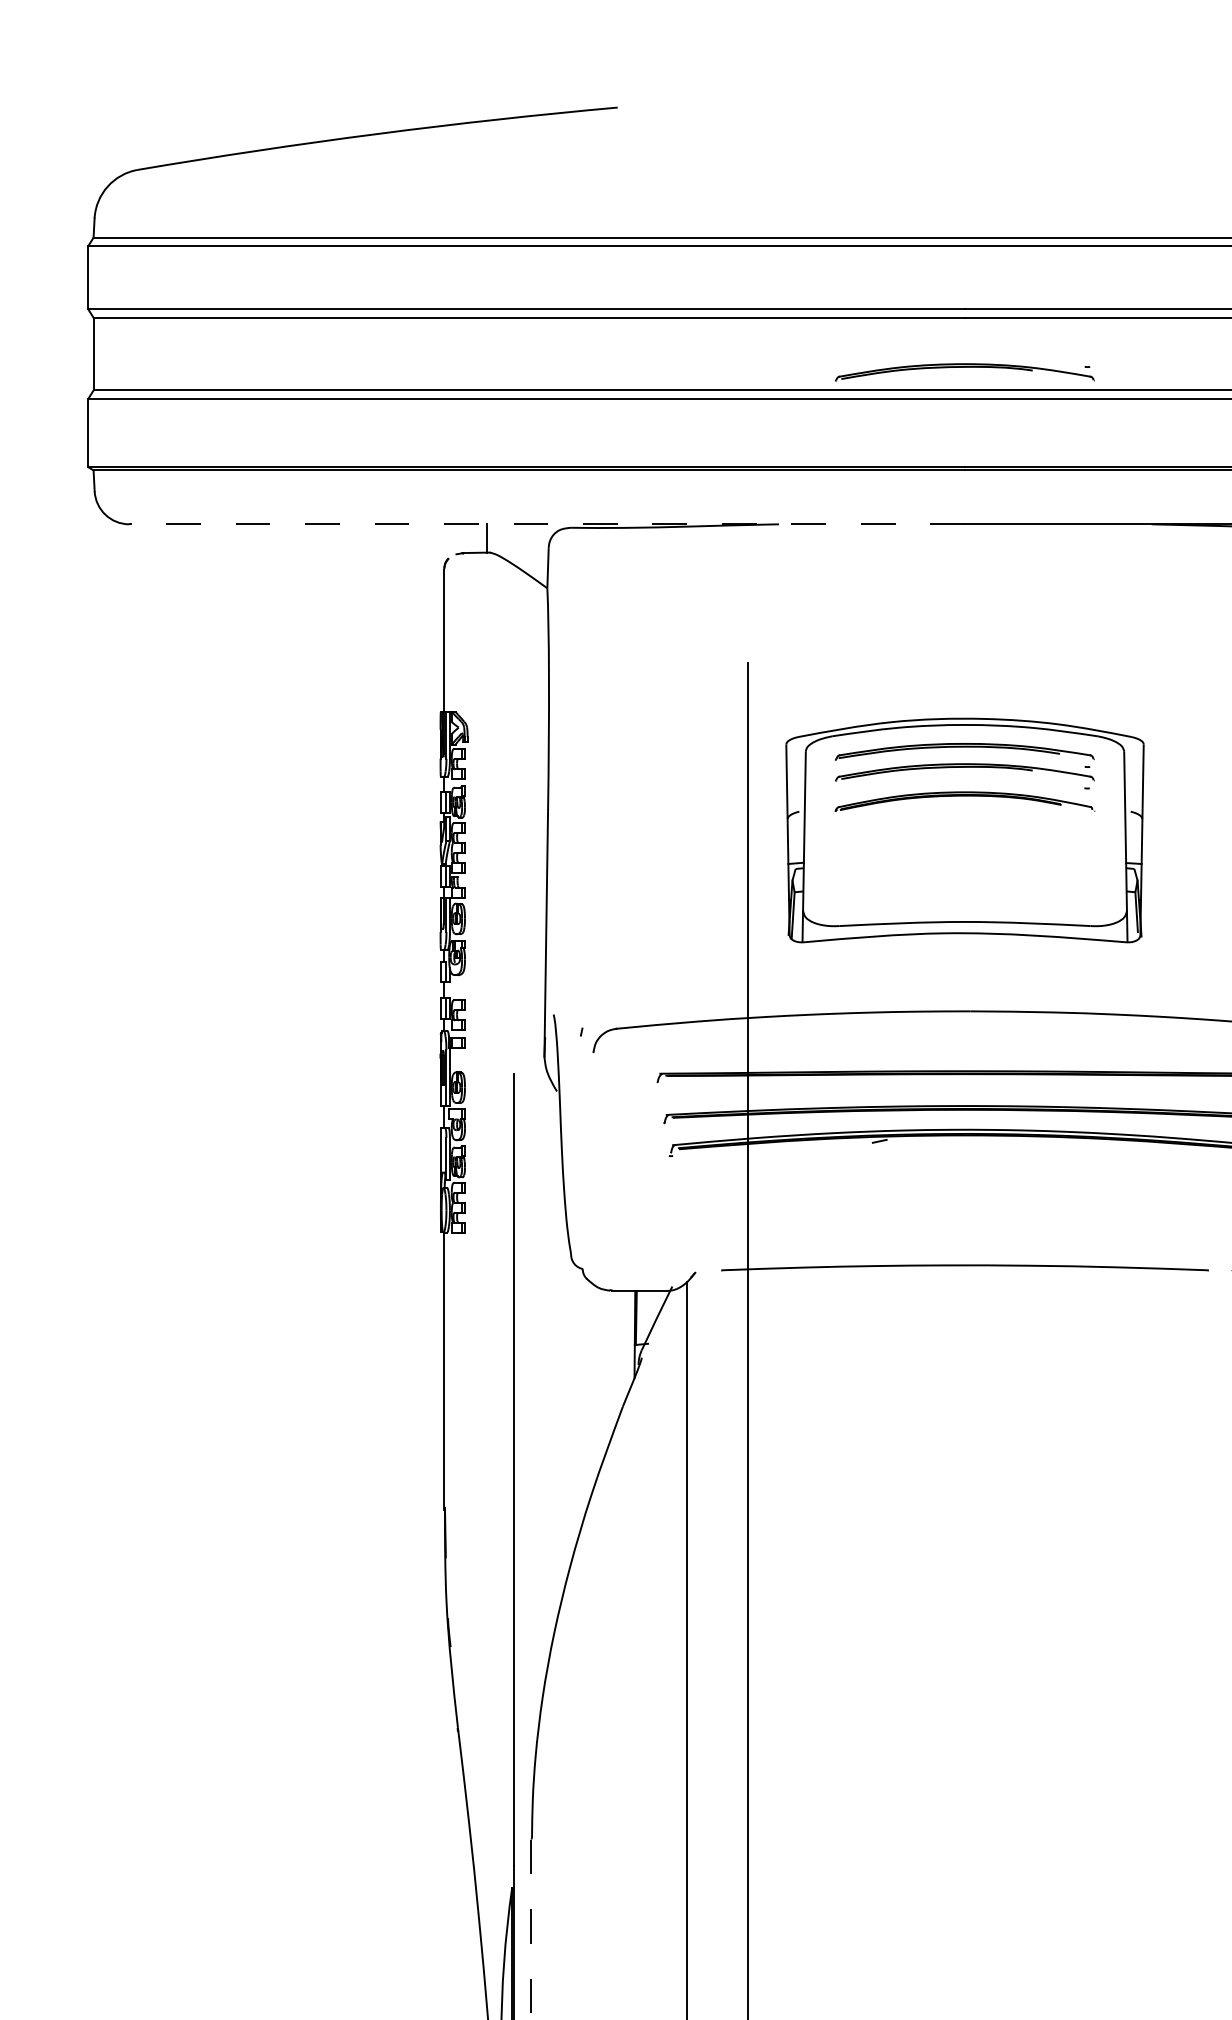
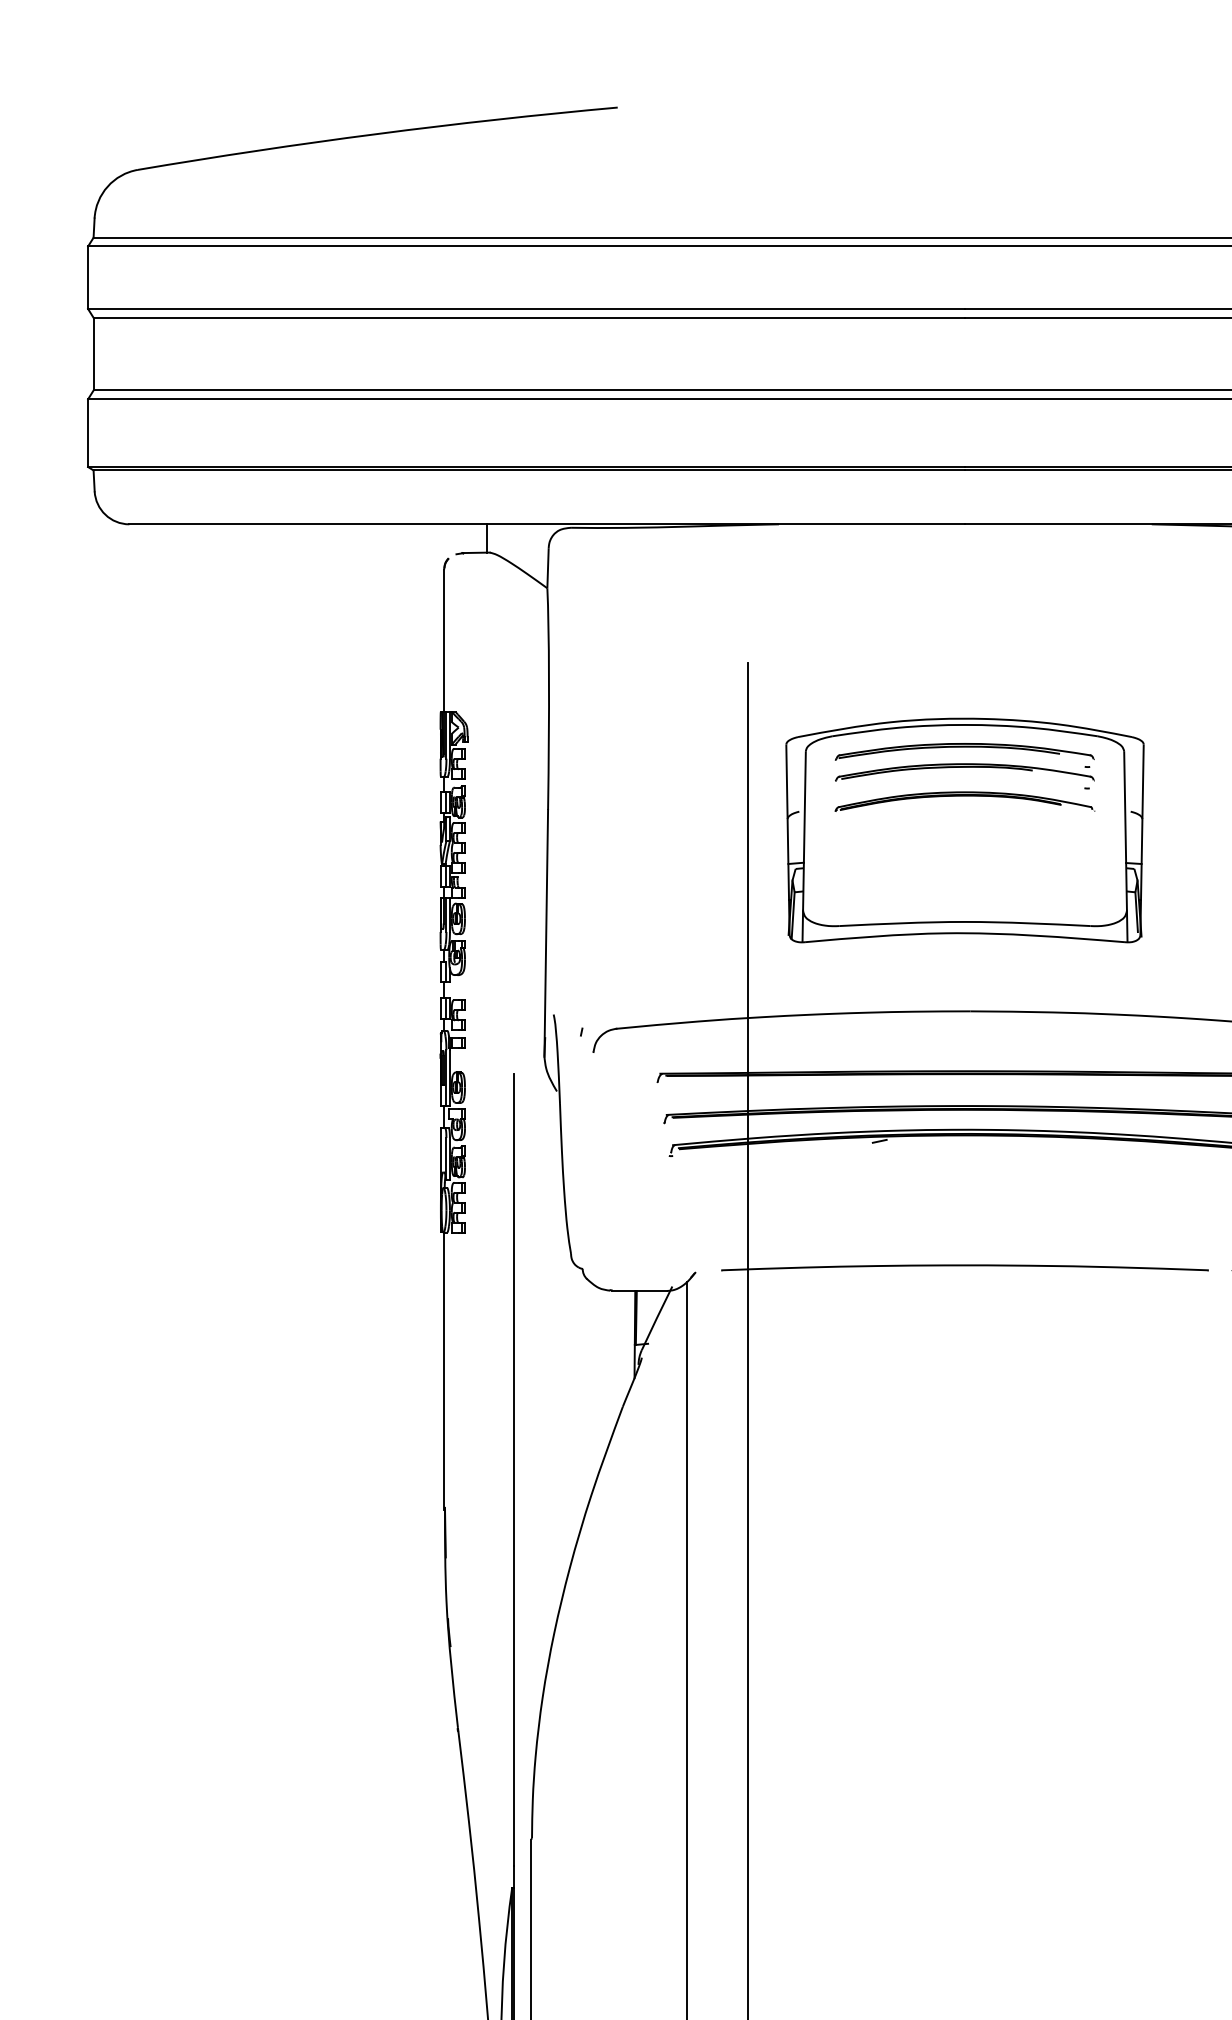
part at (964, 372): present -> none
line at (547, 524): dashed -> solid
line at (531, 1929): dashed -> solid
